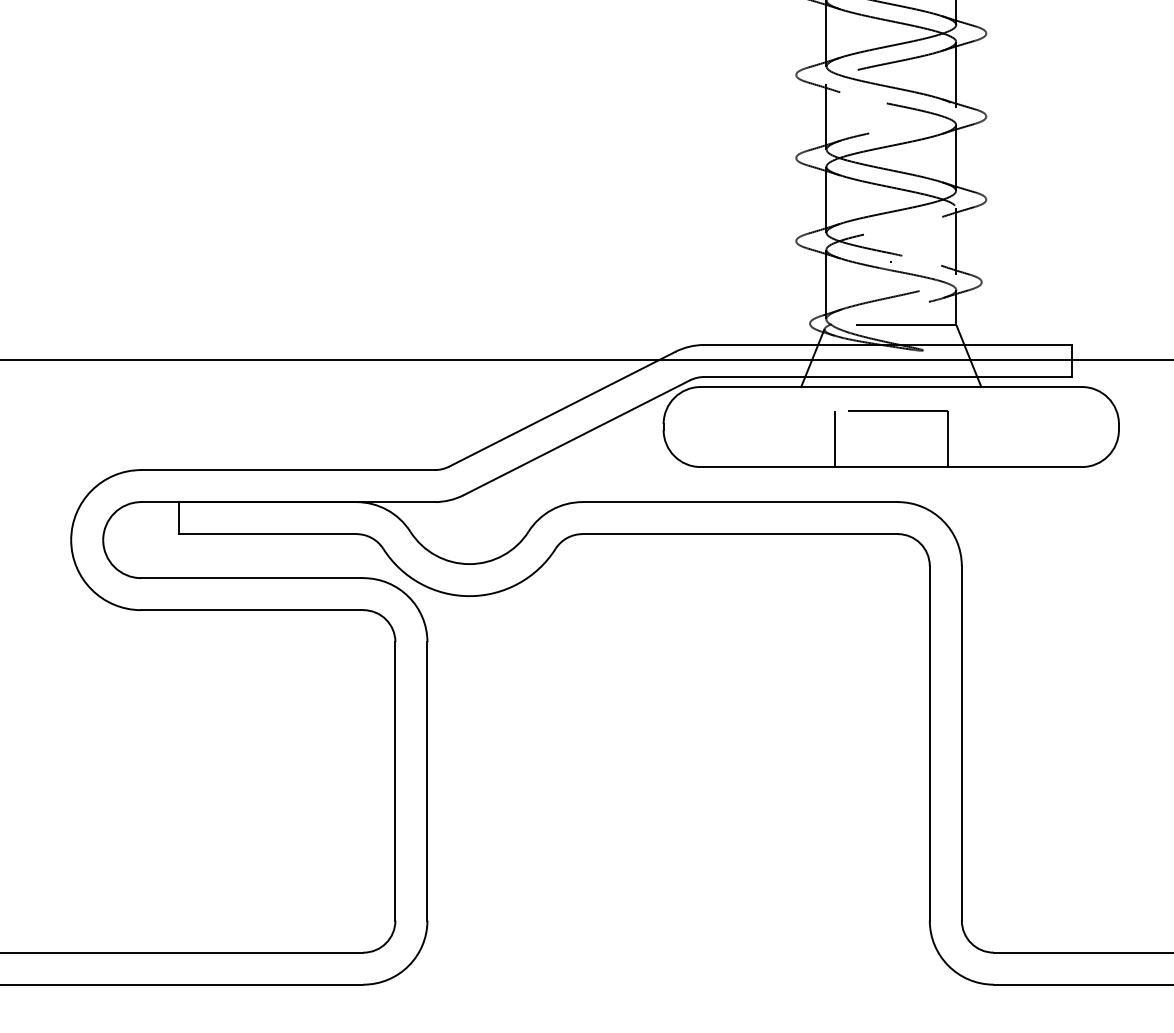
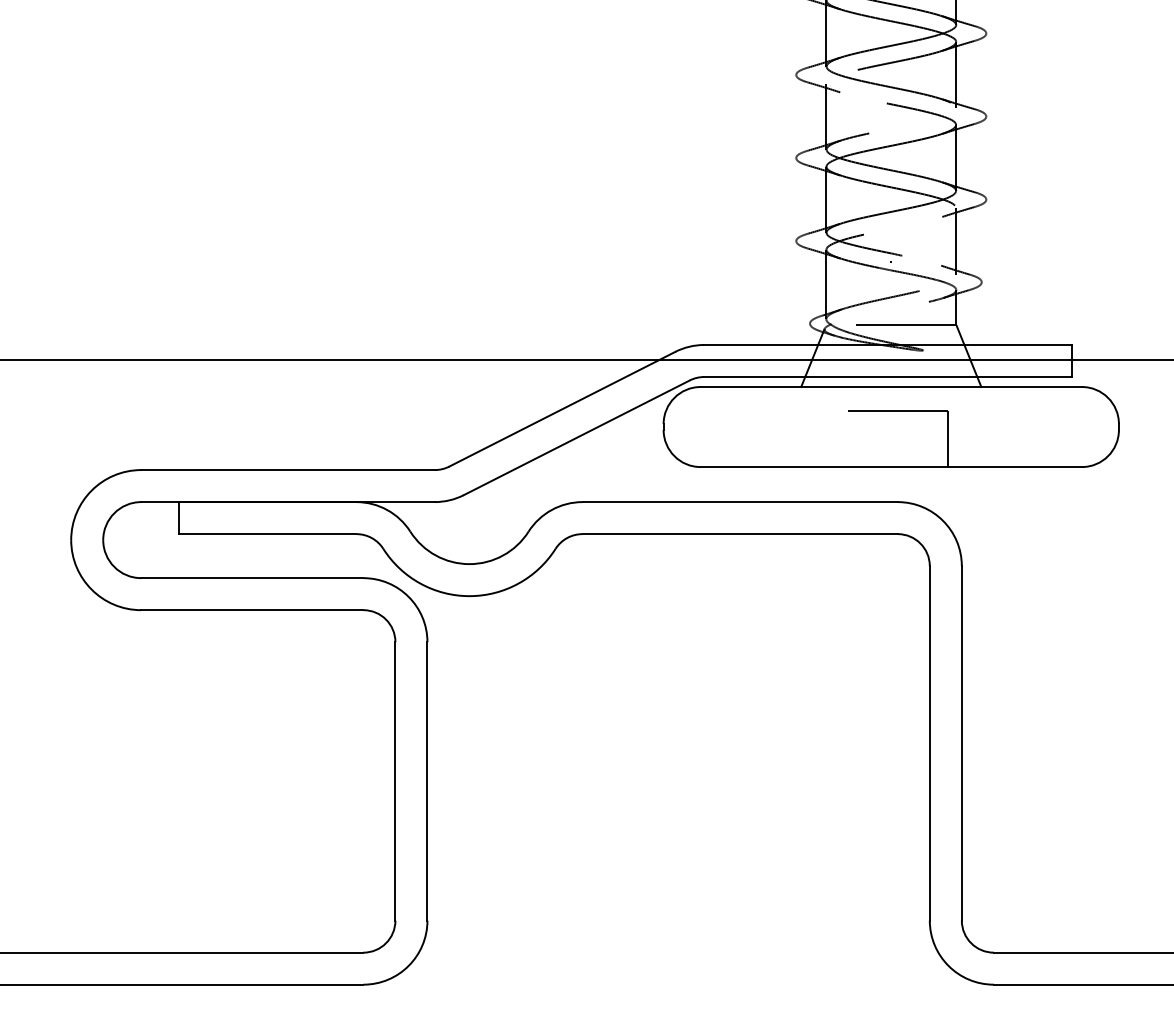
line at (834, 439): present -> none
